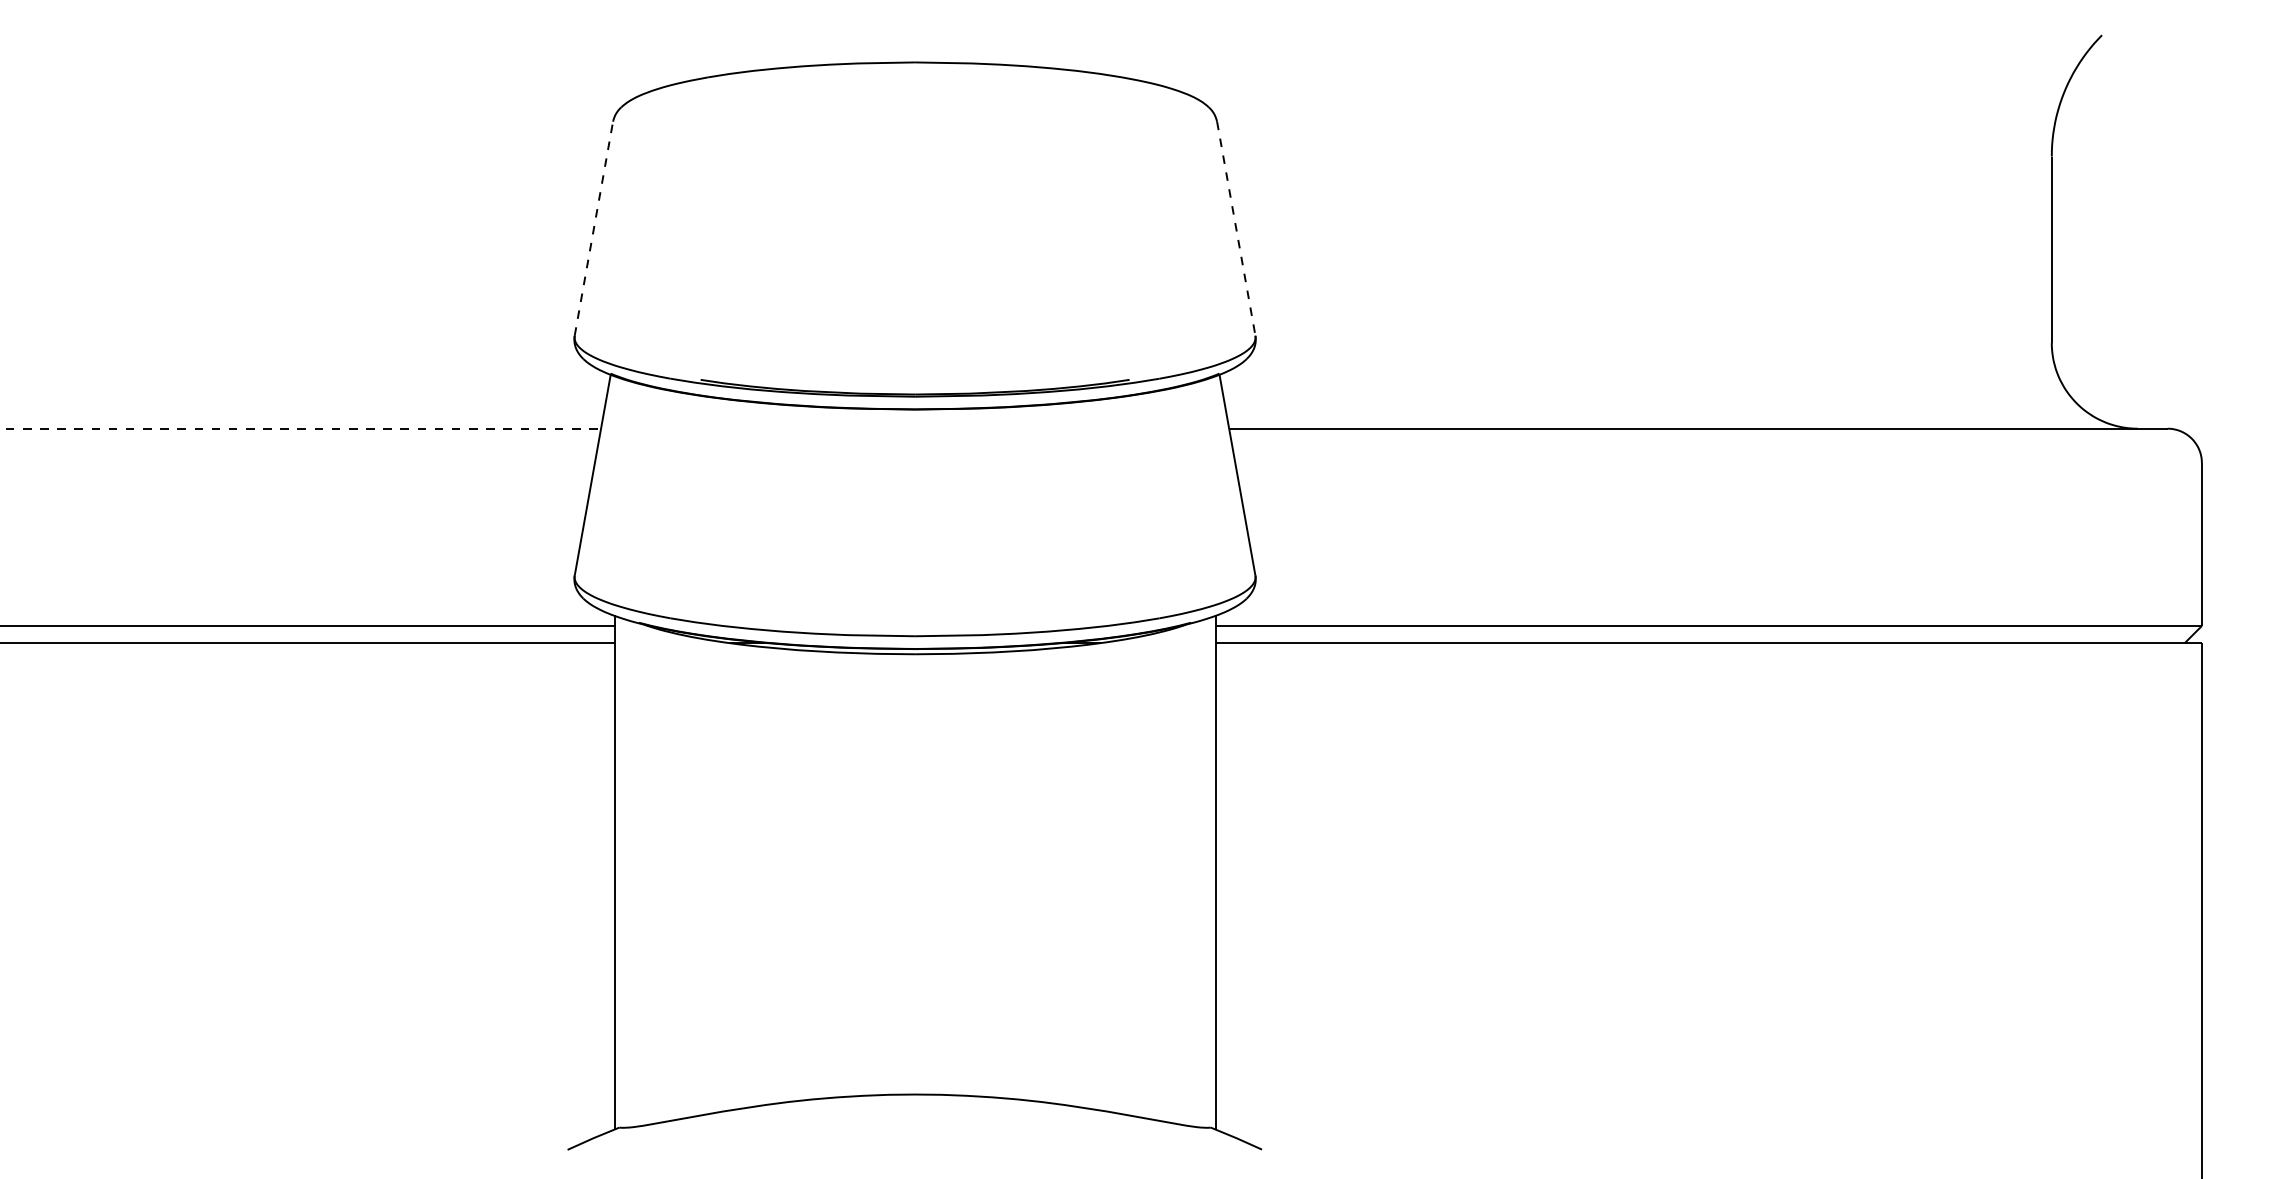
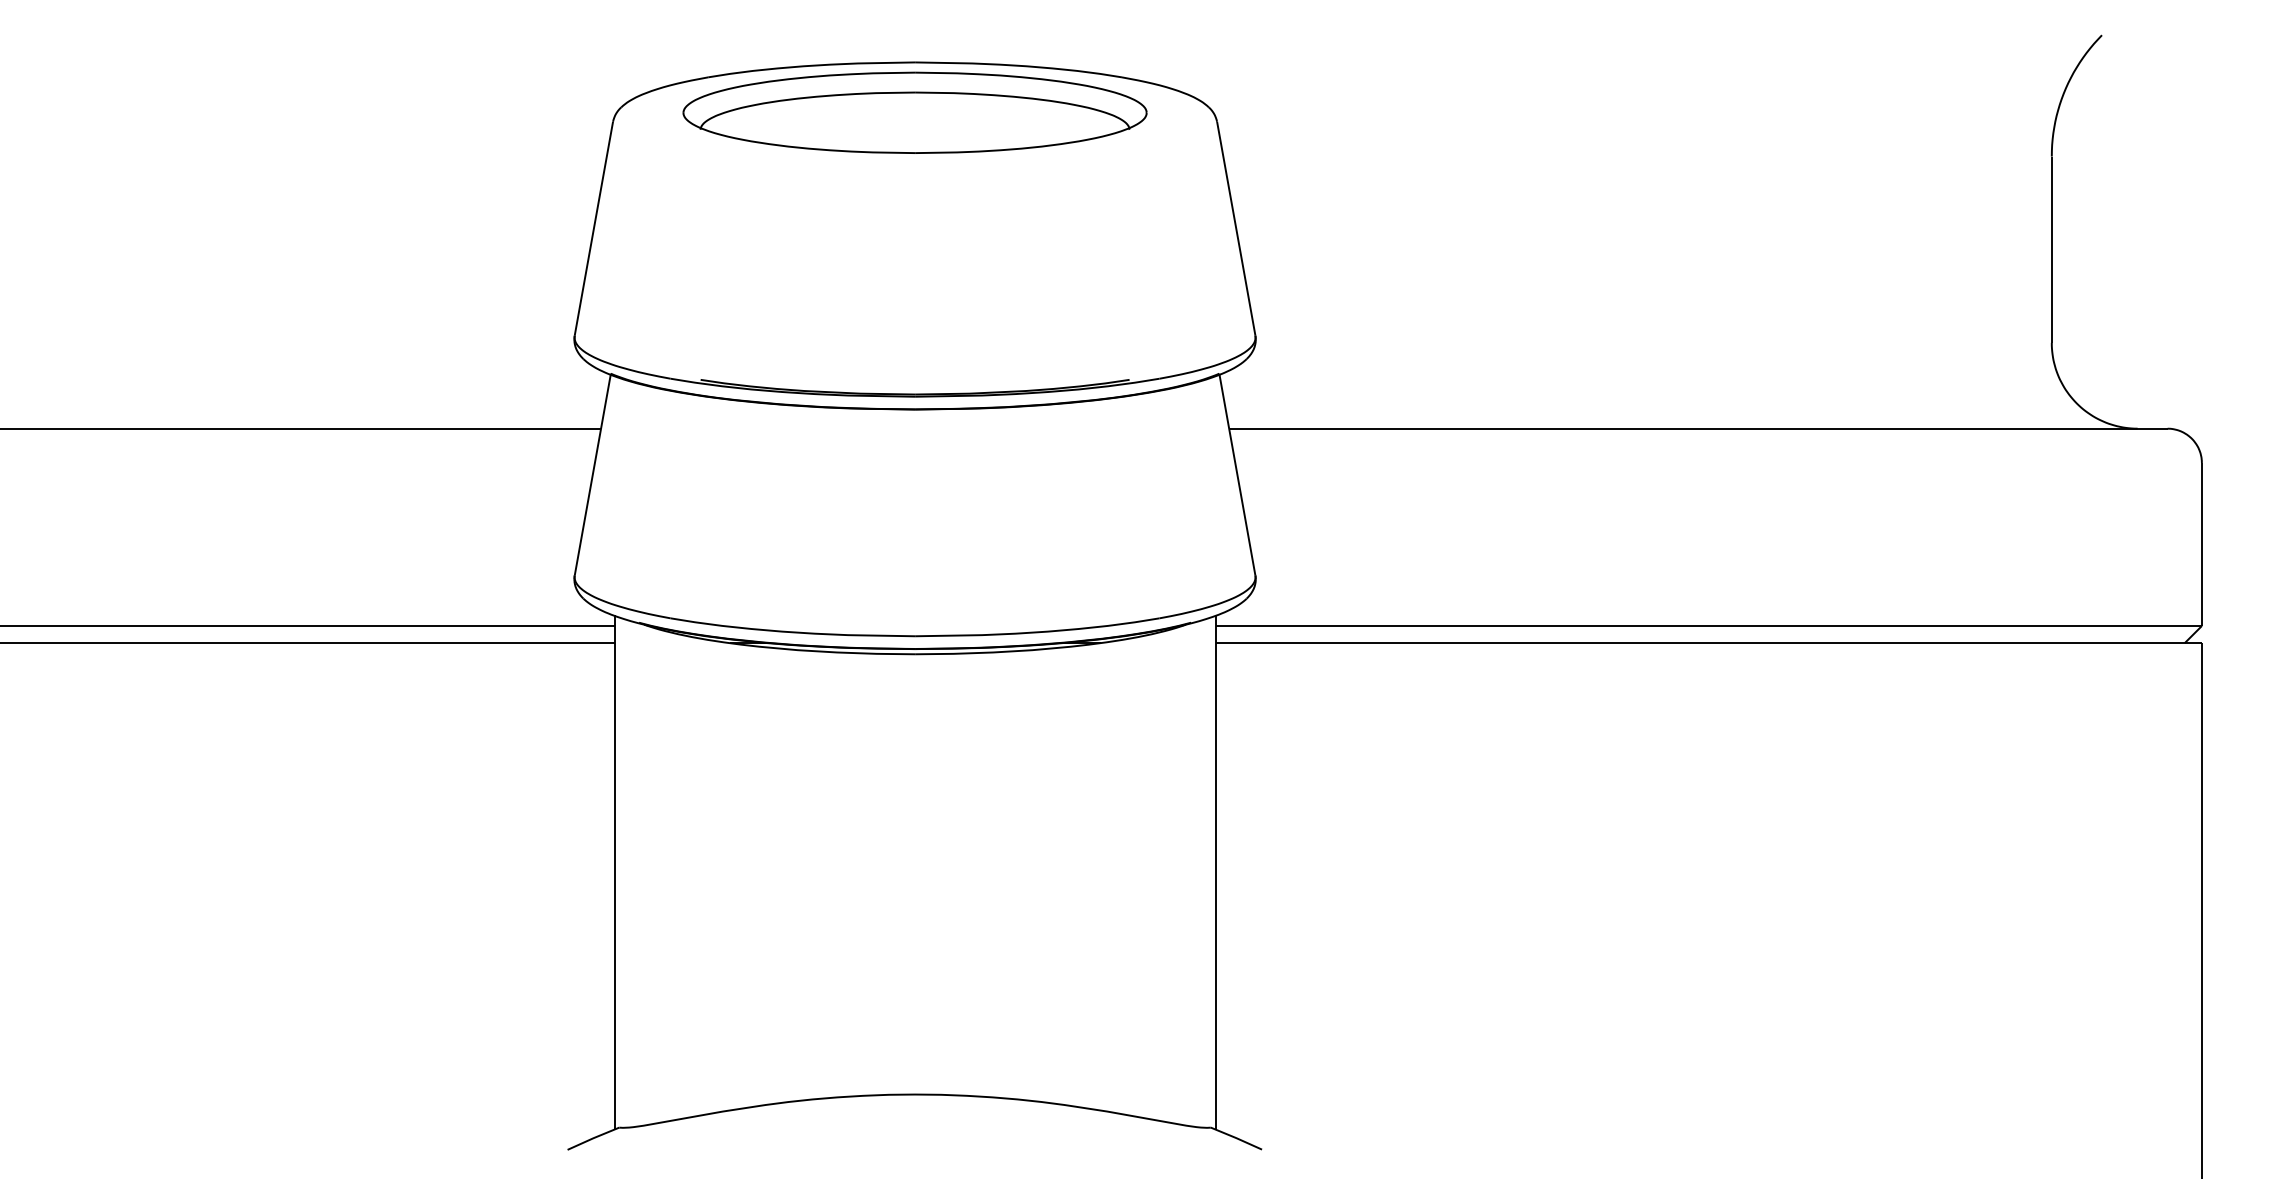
part at (914, 112): none -> present
line at (593, 228): dashed -> solid
line at (1236, 228): dashed -> solid
line at (301, 428): dashed -> solid
